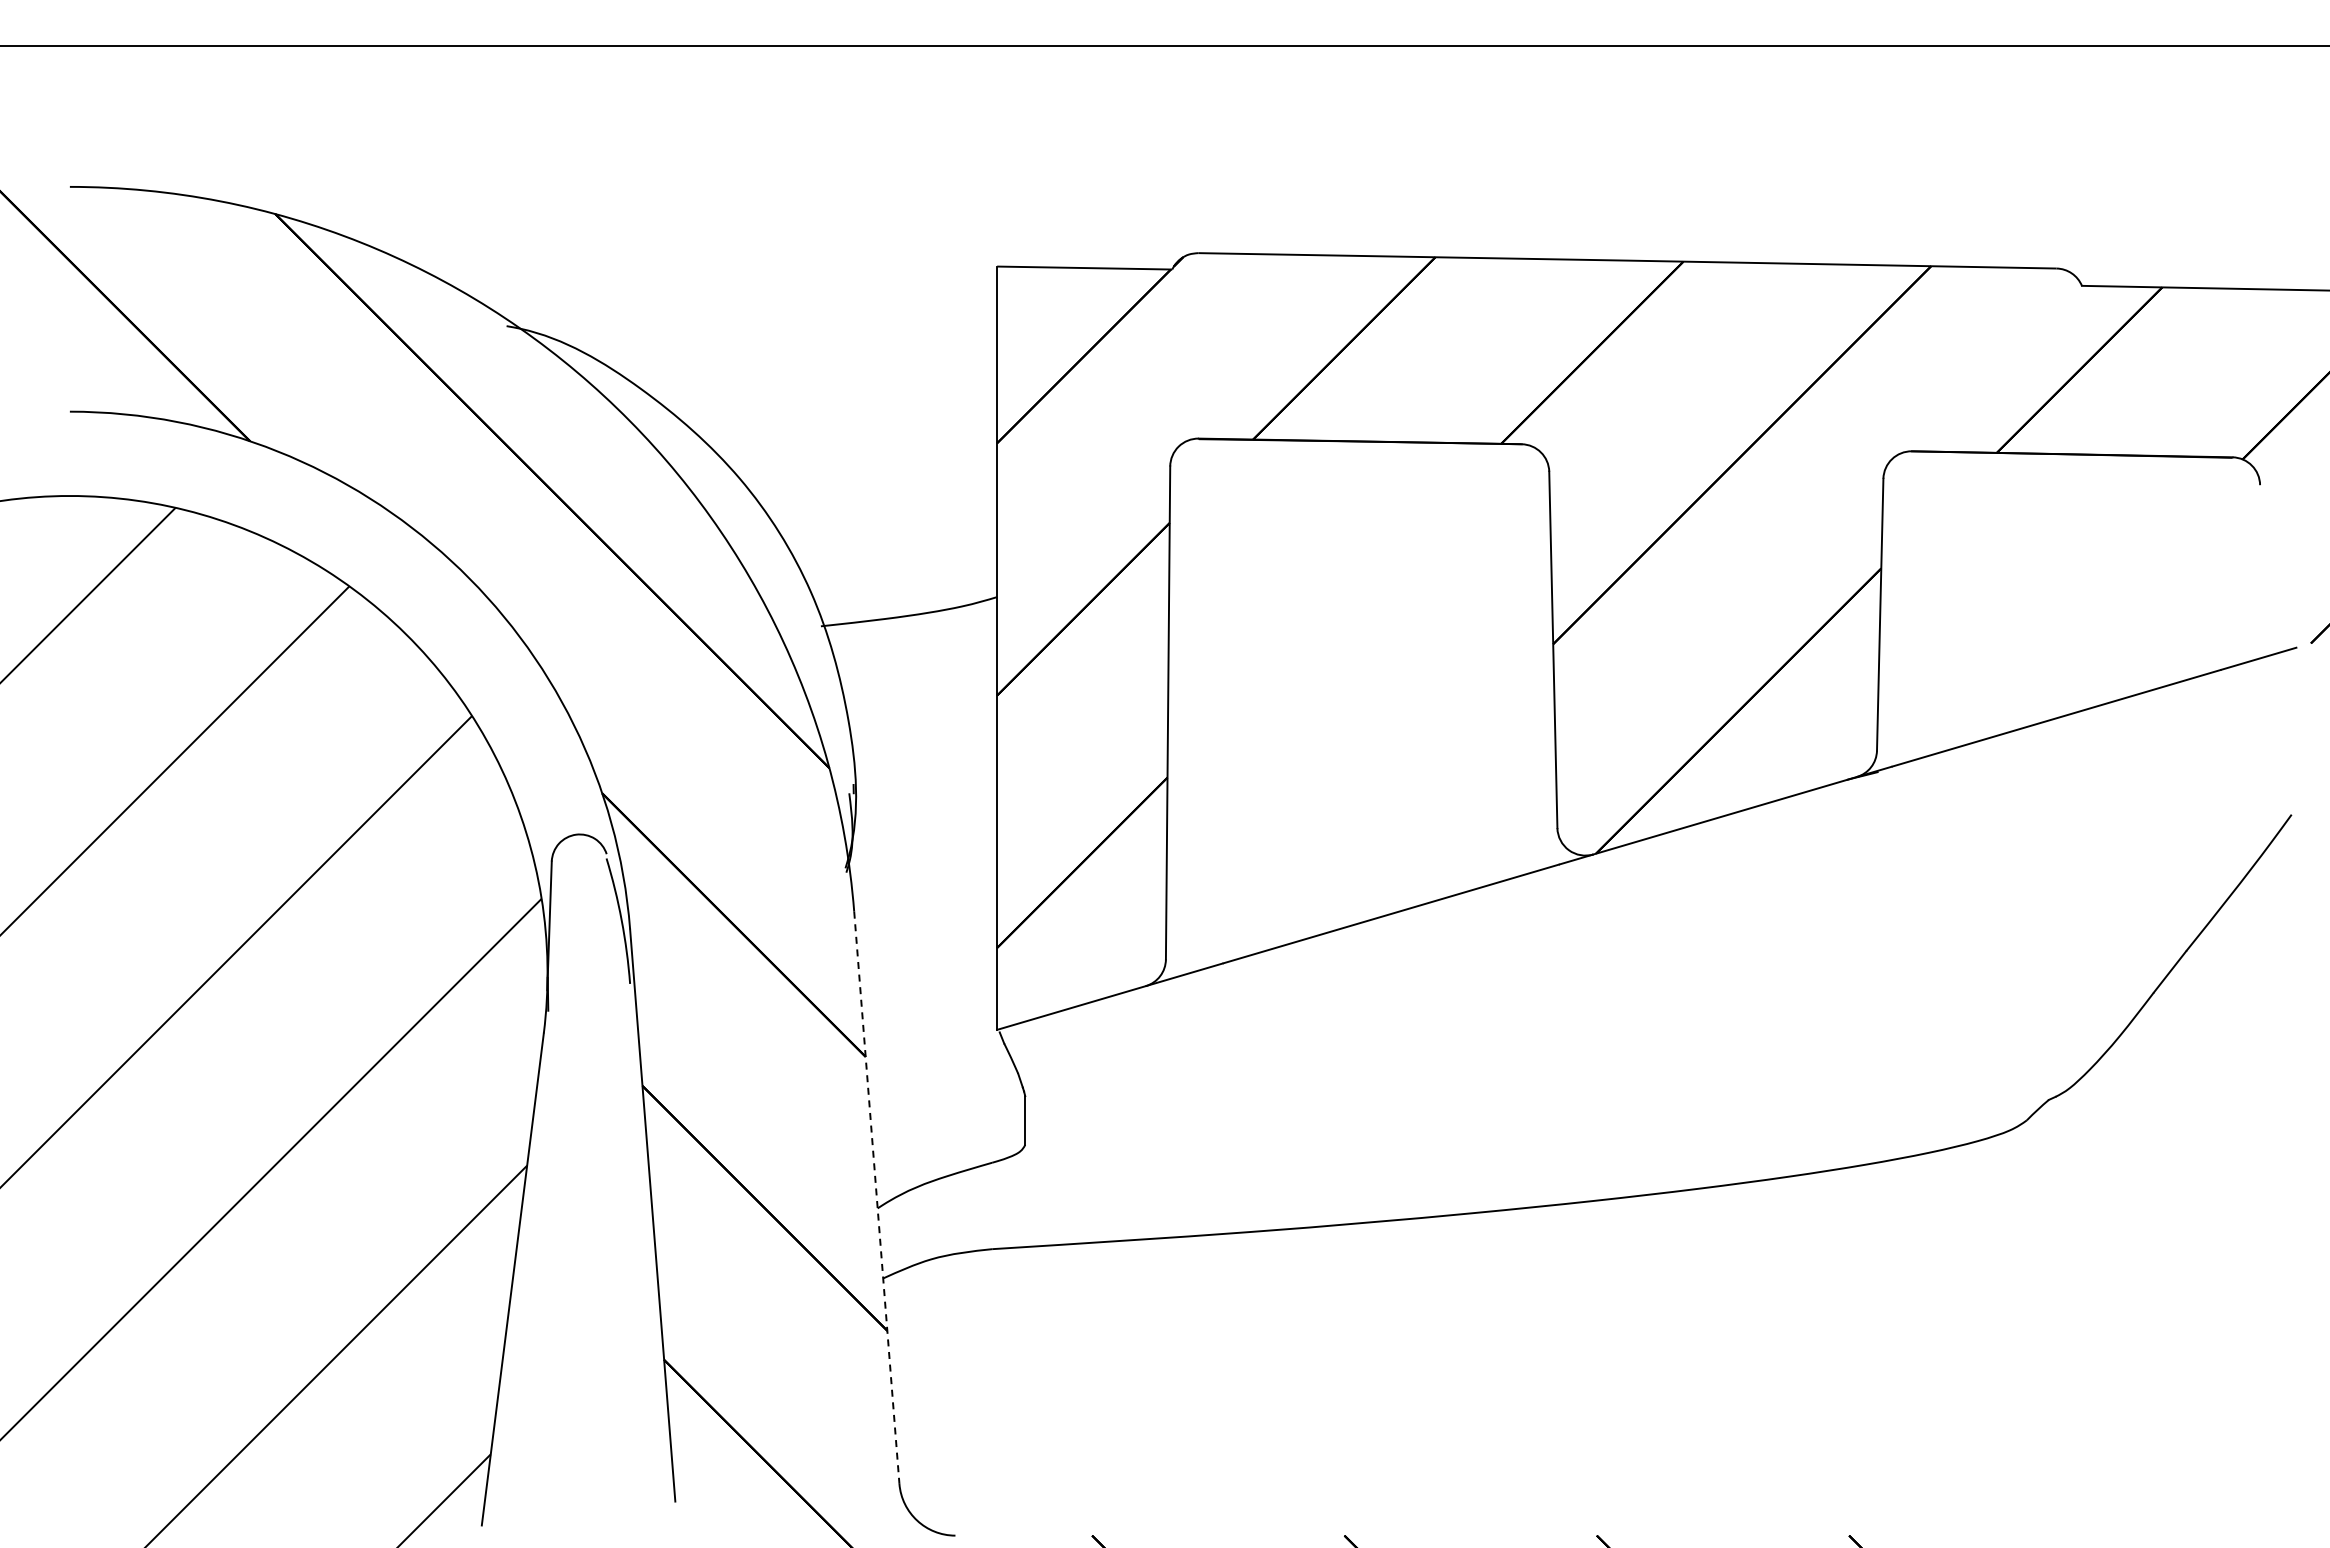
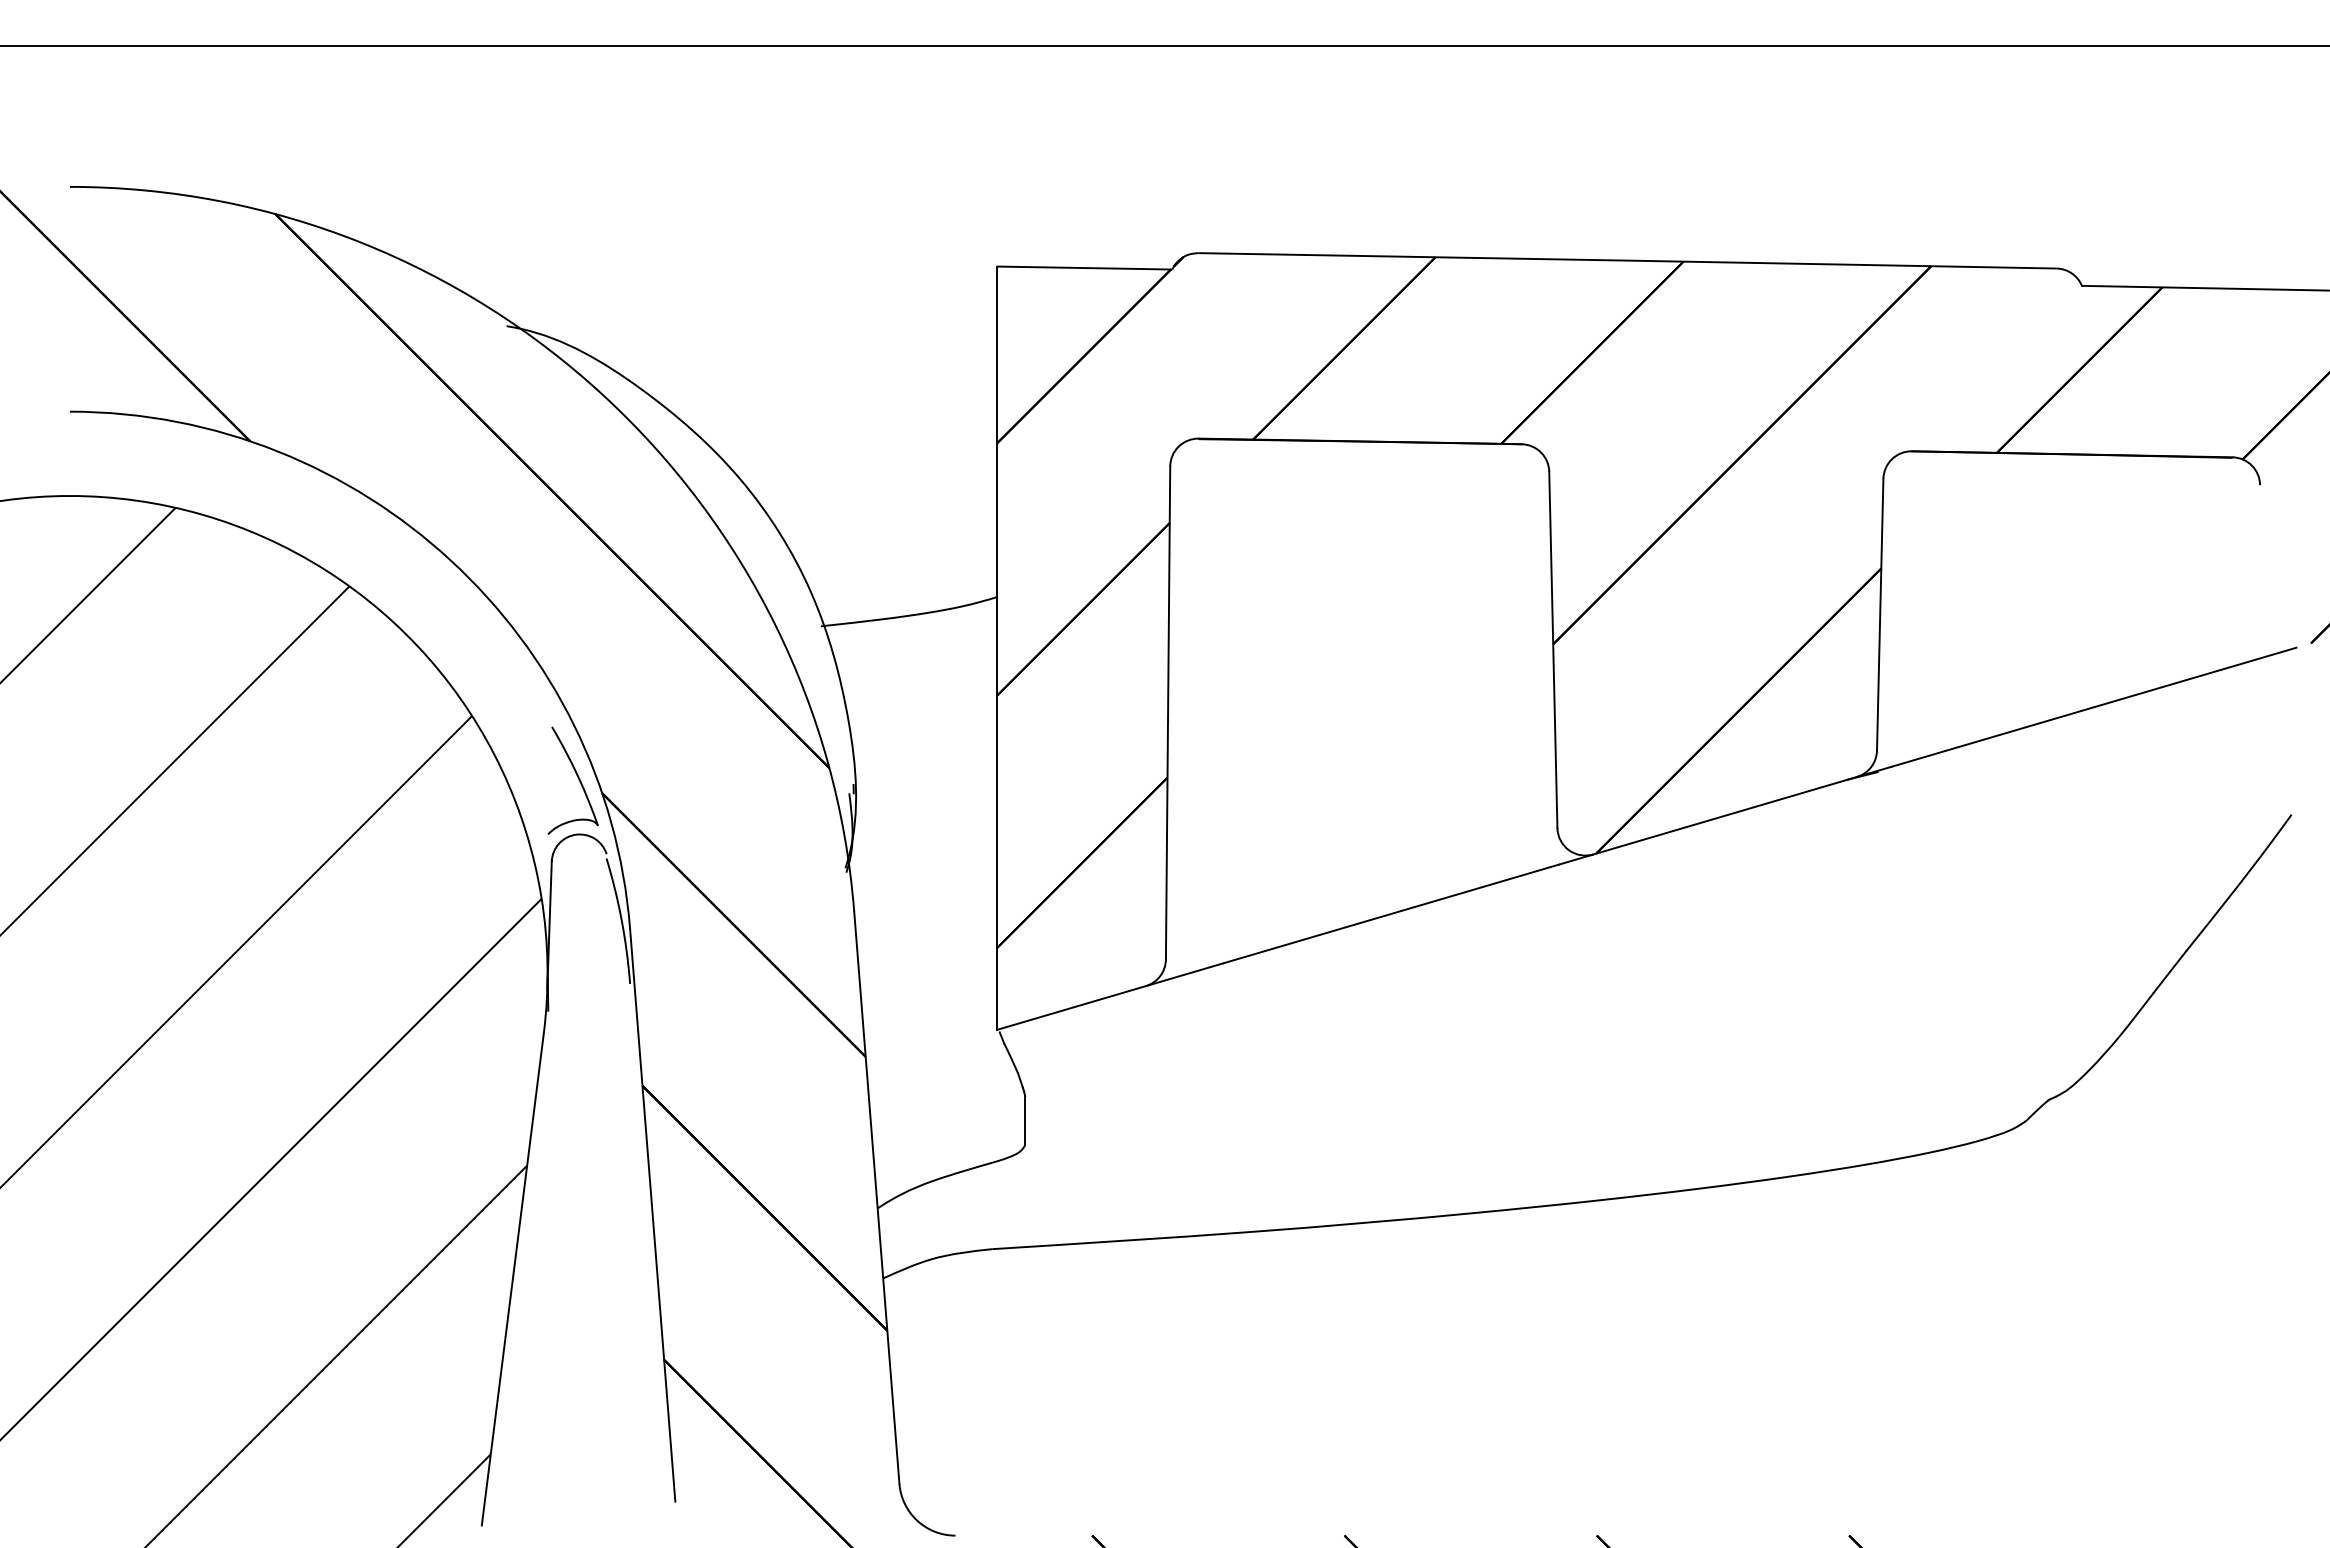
part at (572, 780): none -> present
line at (876, 1197): dashed -> solid
